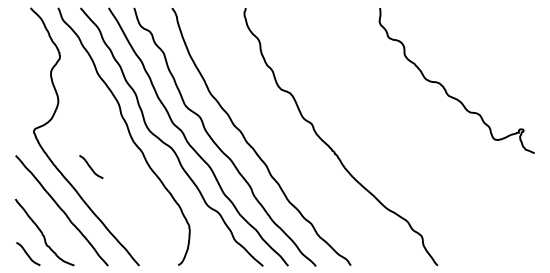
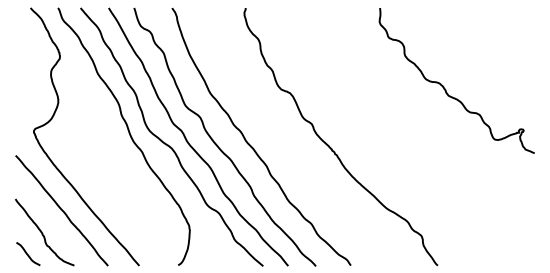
curve at (91, 167): present -> none
